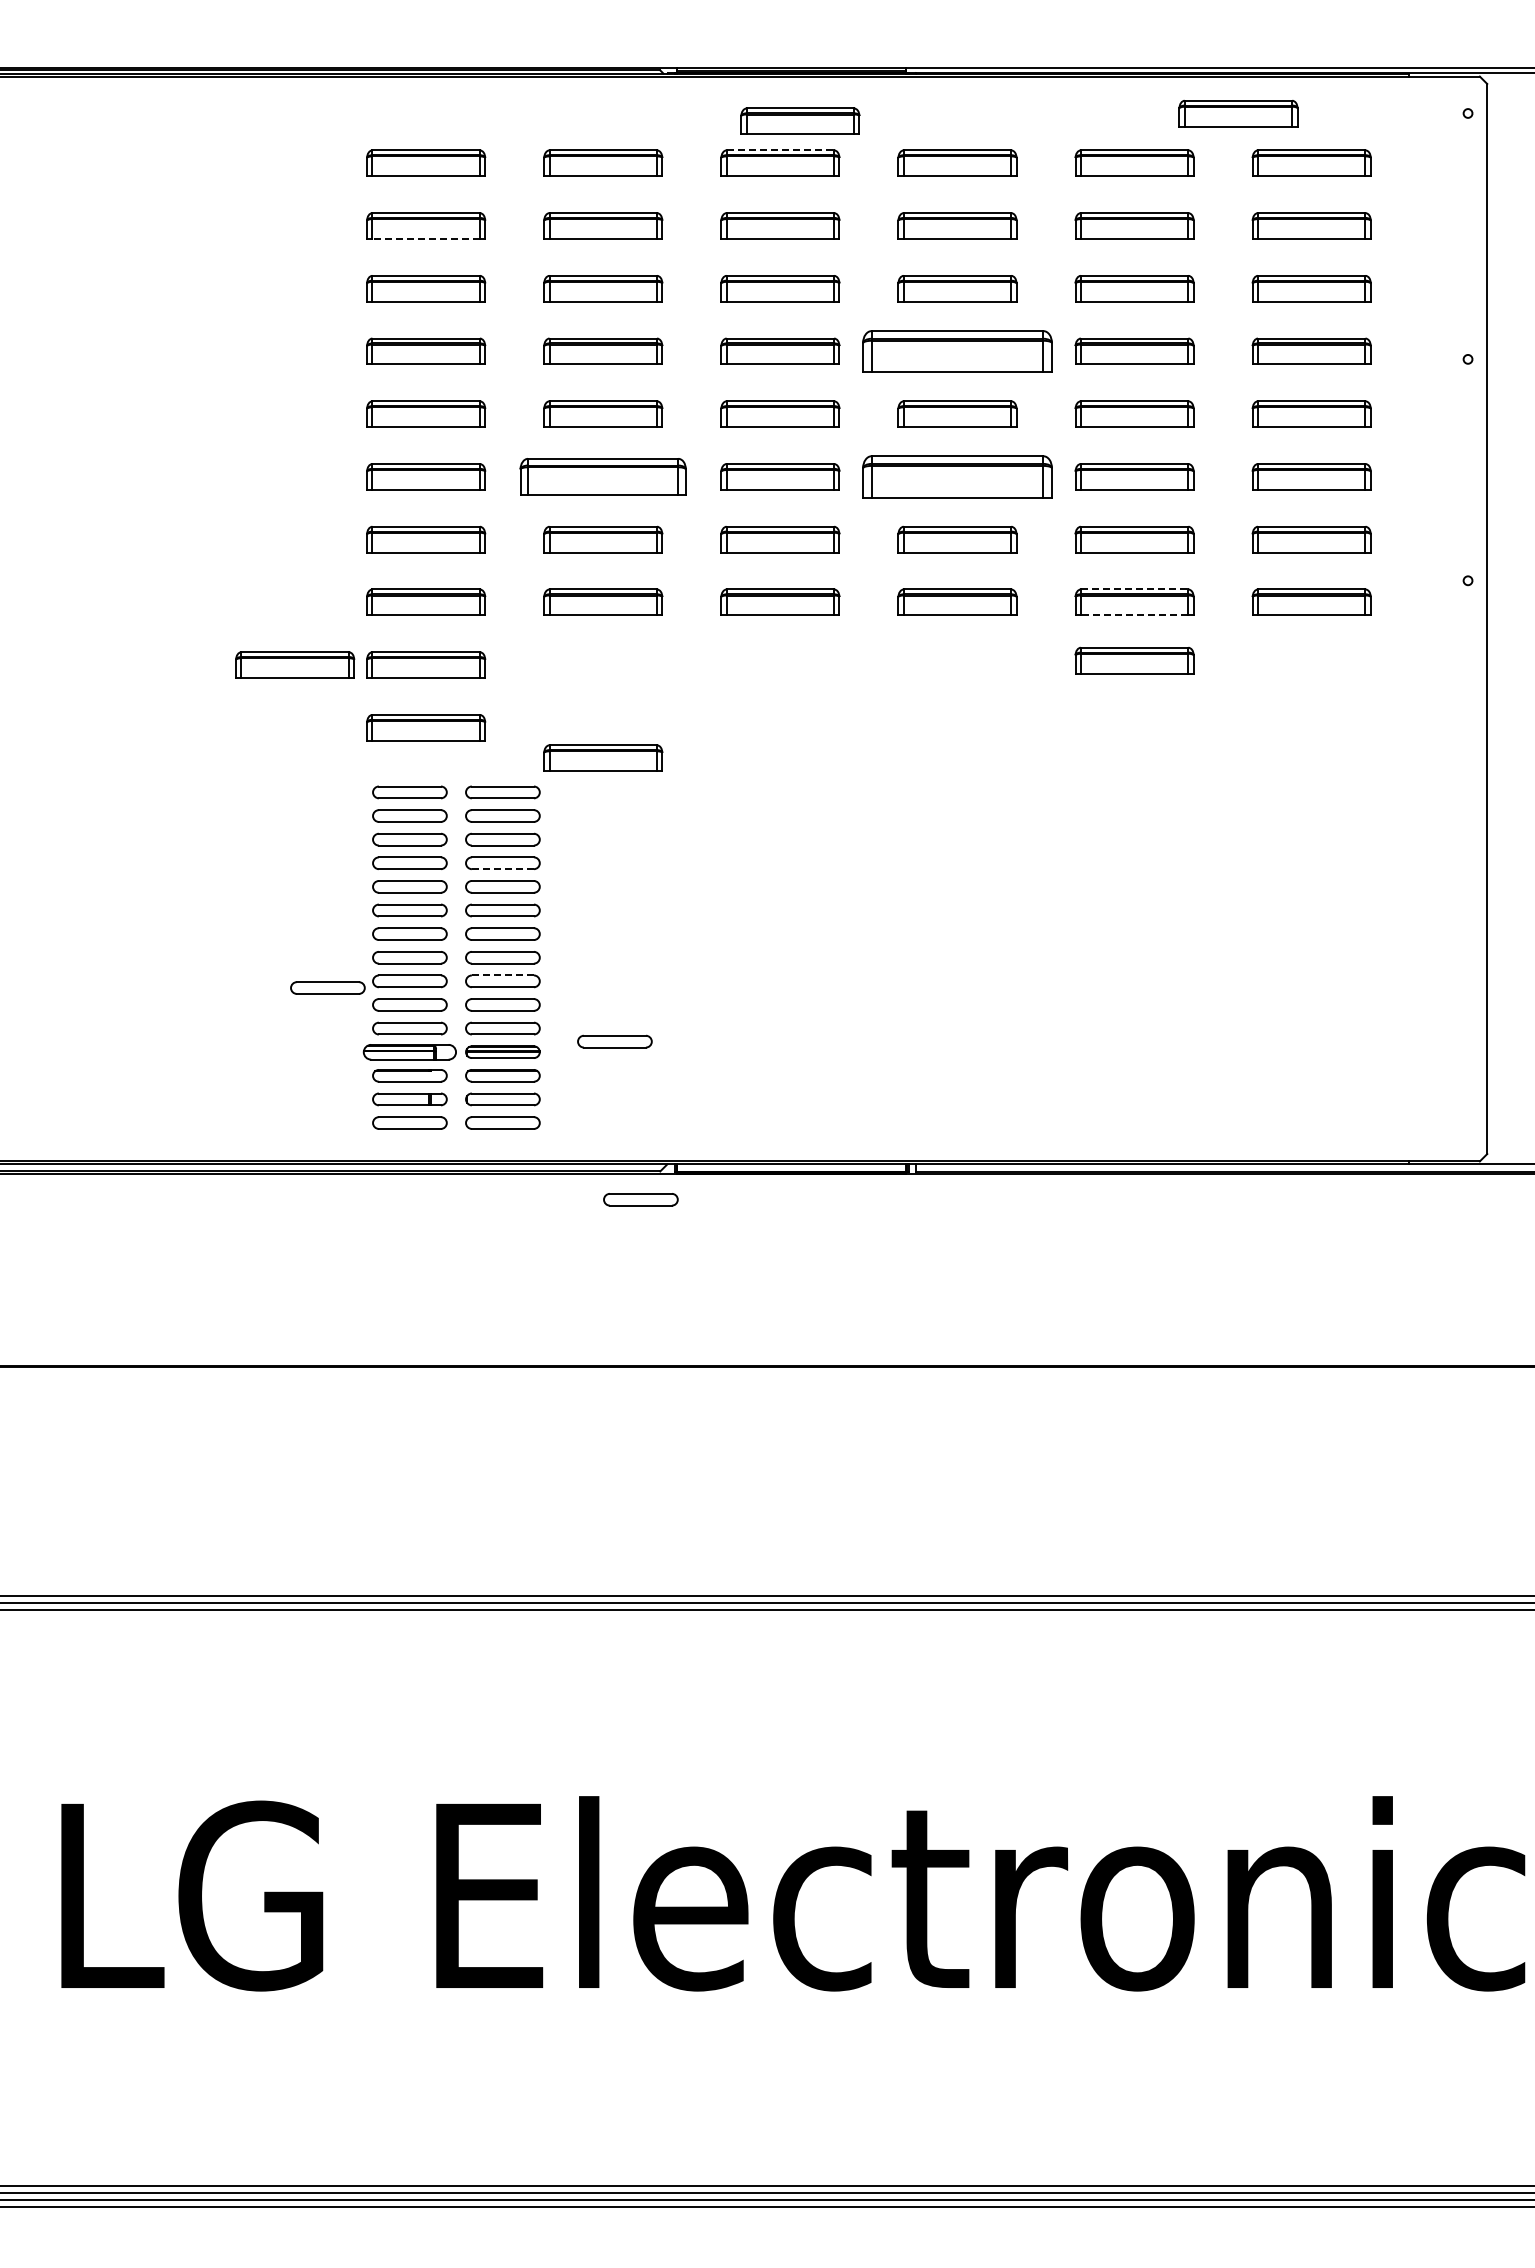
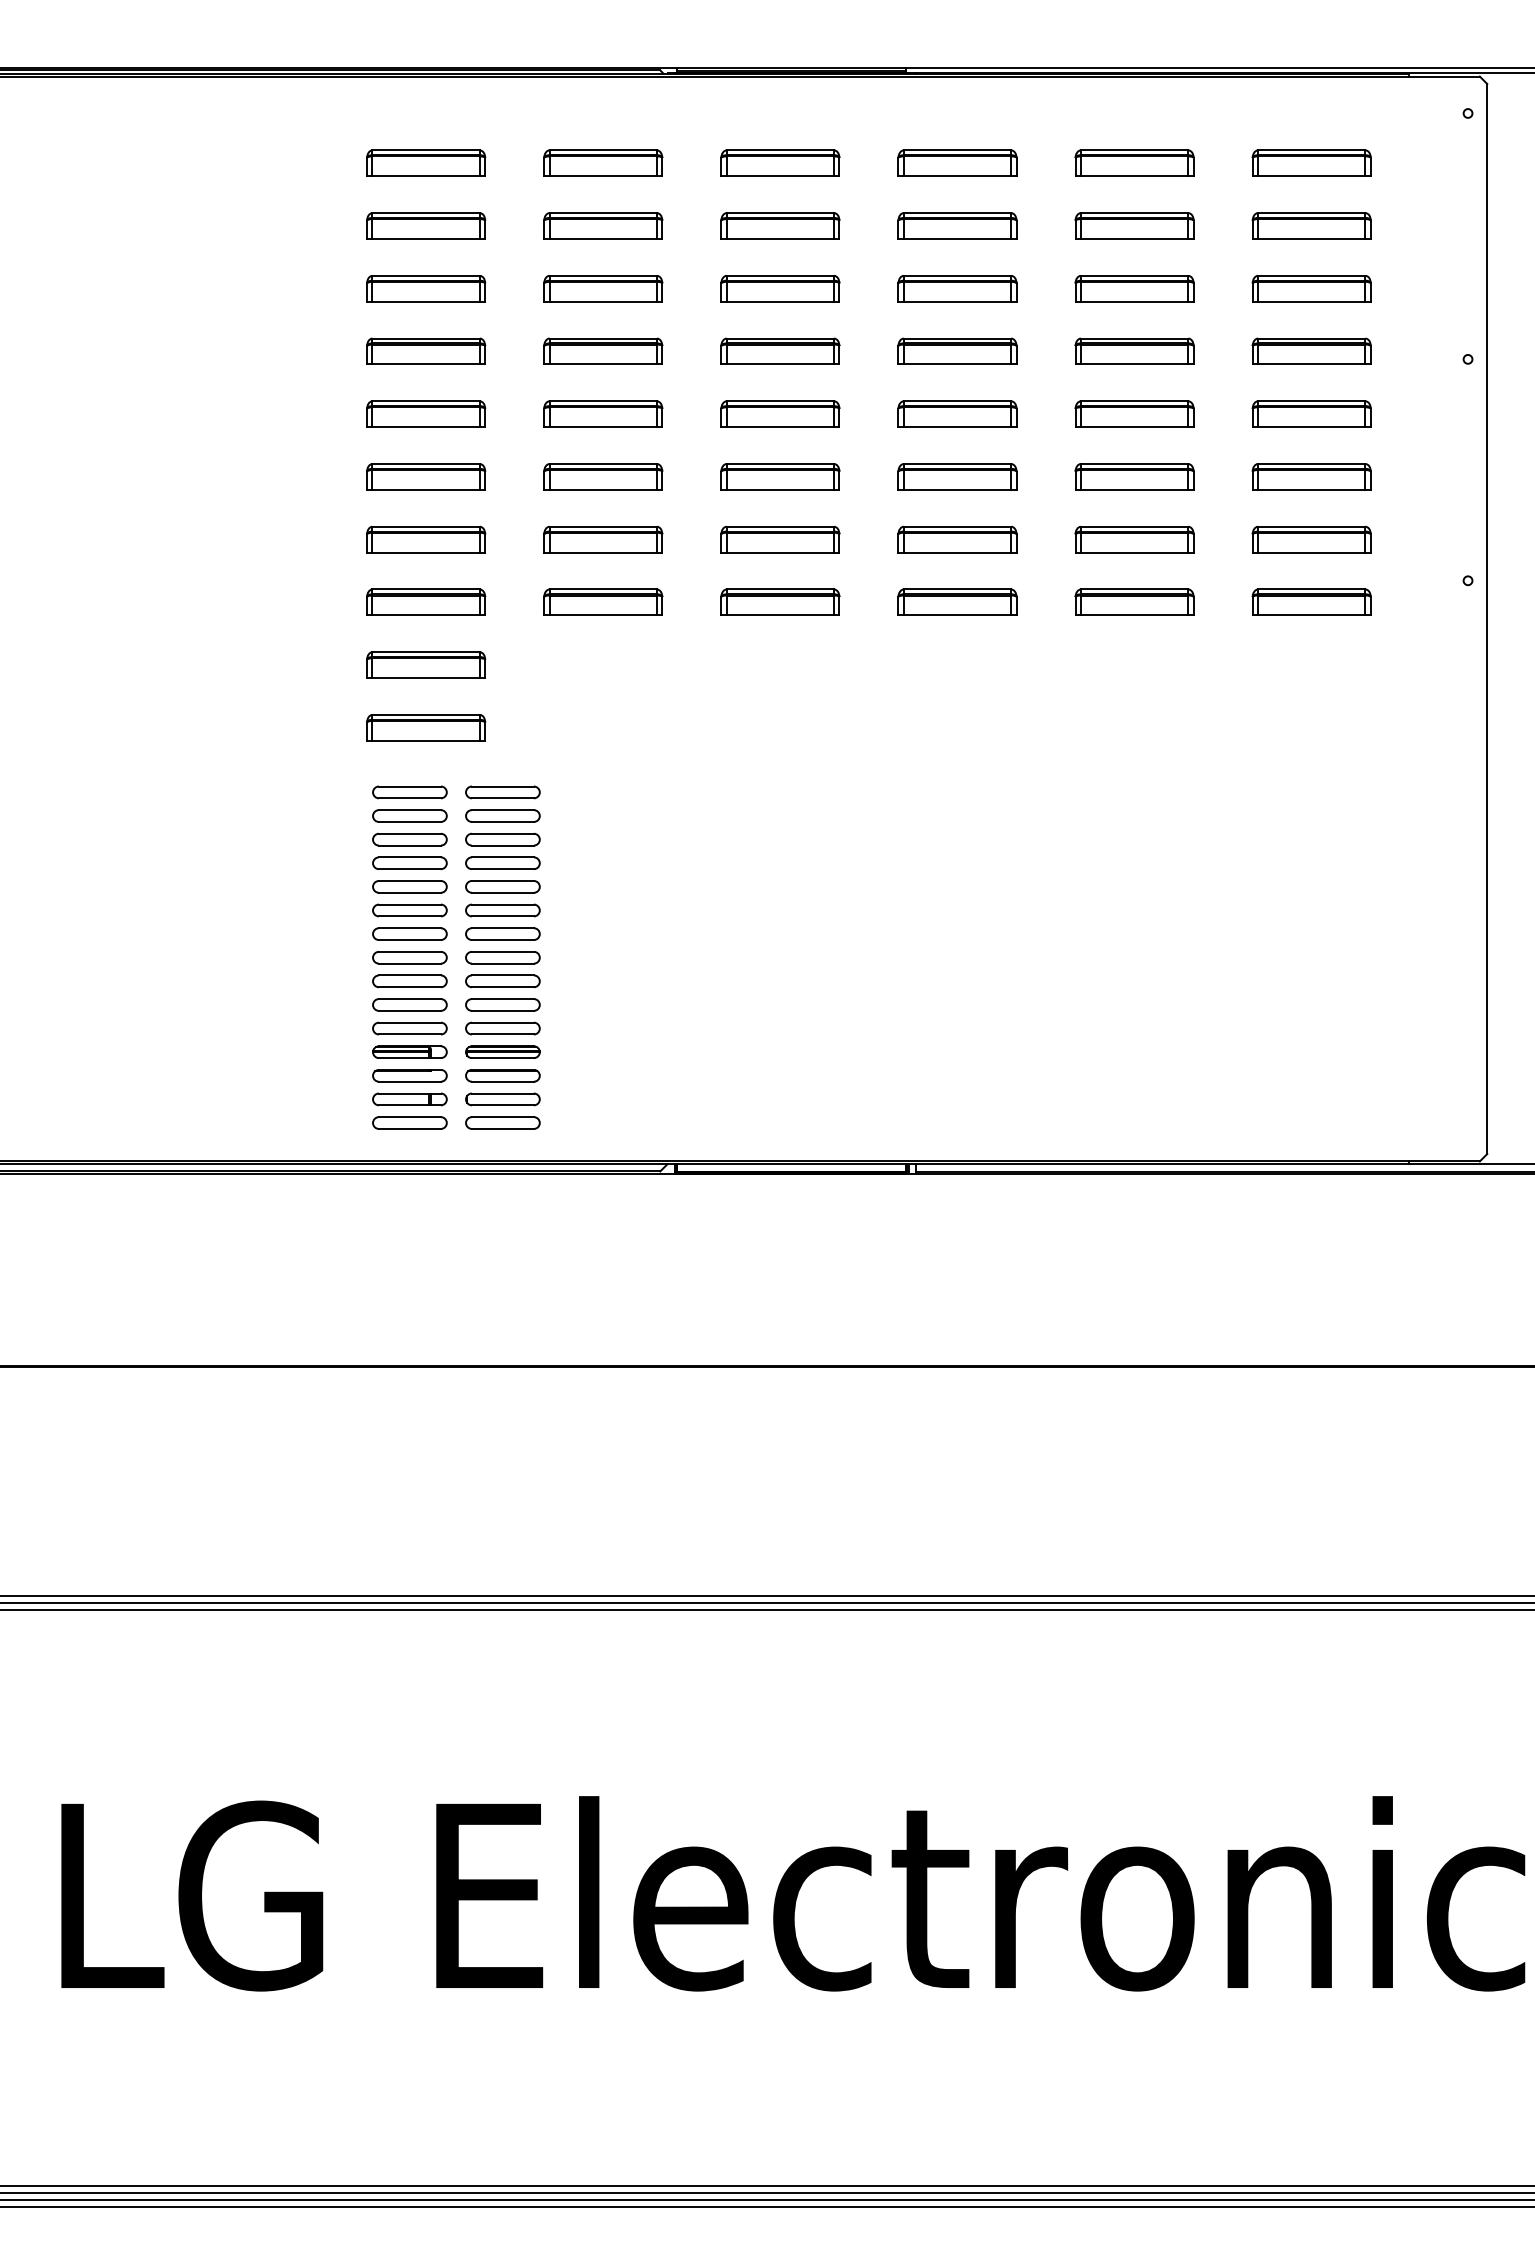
part at (1238, 113): present -> none
part at (800, 120): present -> none
line at (780, 150): dashed -> solid
line at (426, 238): dashed -> solid
part at (957, 351) size: 191x43 px -> 121x28 px
part at (602, 476) size: 168x38 px -> 121x28 px
part at (957, 476) size: 191x44 px -> 121x28 px
line at (1134, 589): dashed -> solid
line at (1134, 615): dashed -> solid
part at (1134, 660): present -> none
part at (295, 664): present -> none
part at (603, 757): present -> none
line at (502, 869): dashed -> solid
line at (502, 975): dashed -> solid
part at (327, 987): present -> none
part at (614, 1041): present -> none
part at (409, 1052) size: 95x17 px -> 76x14 px
part at (640, 1199): present -> none
